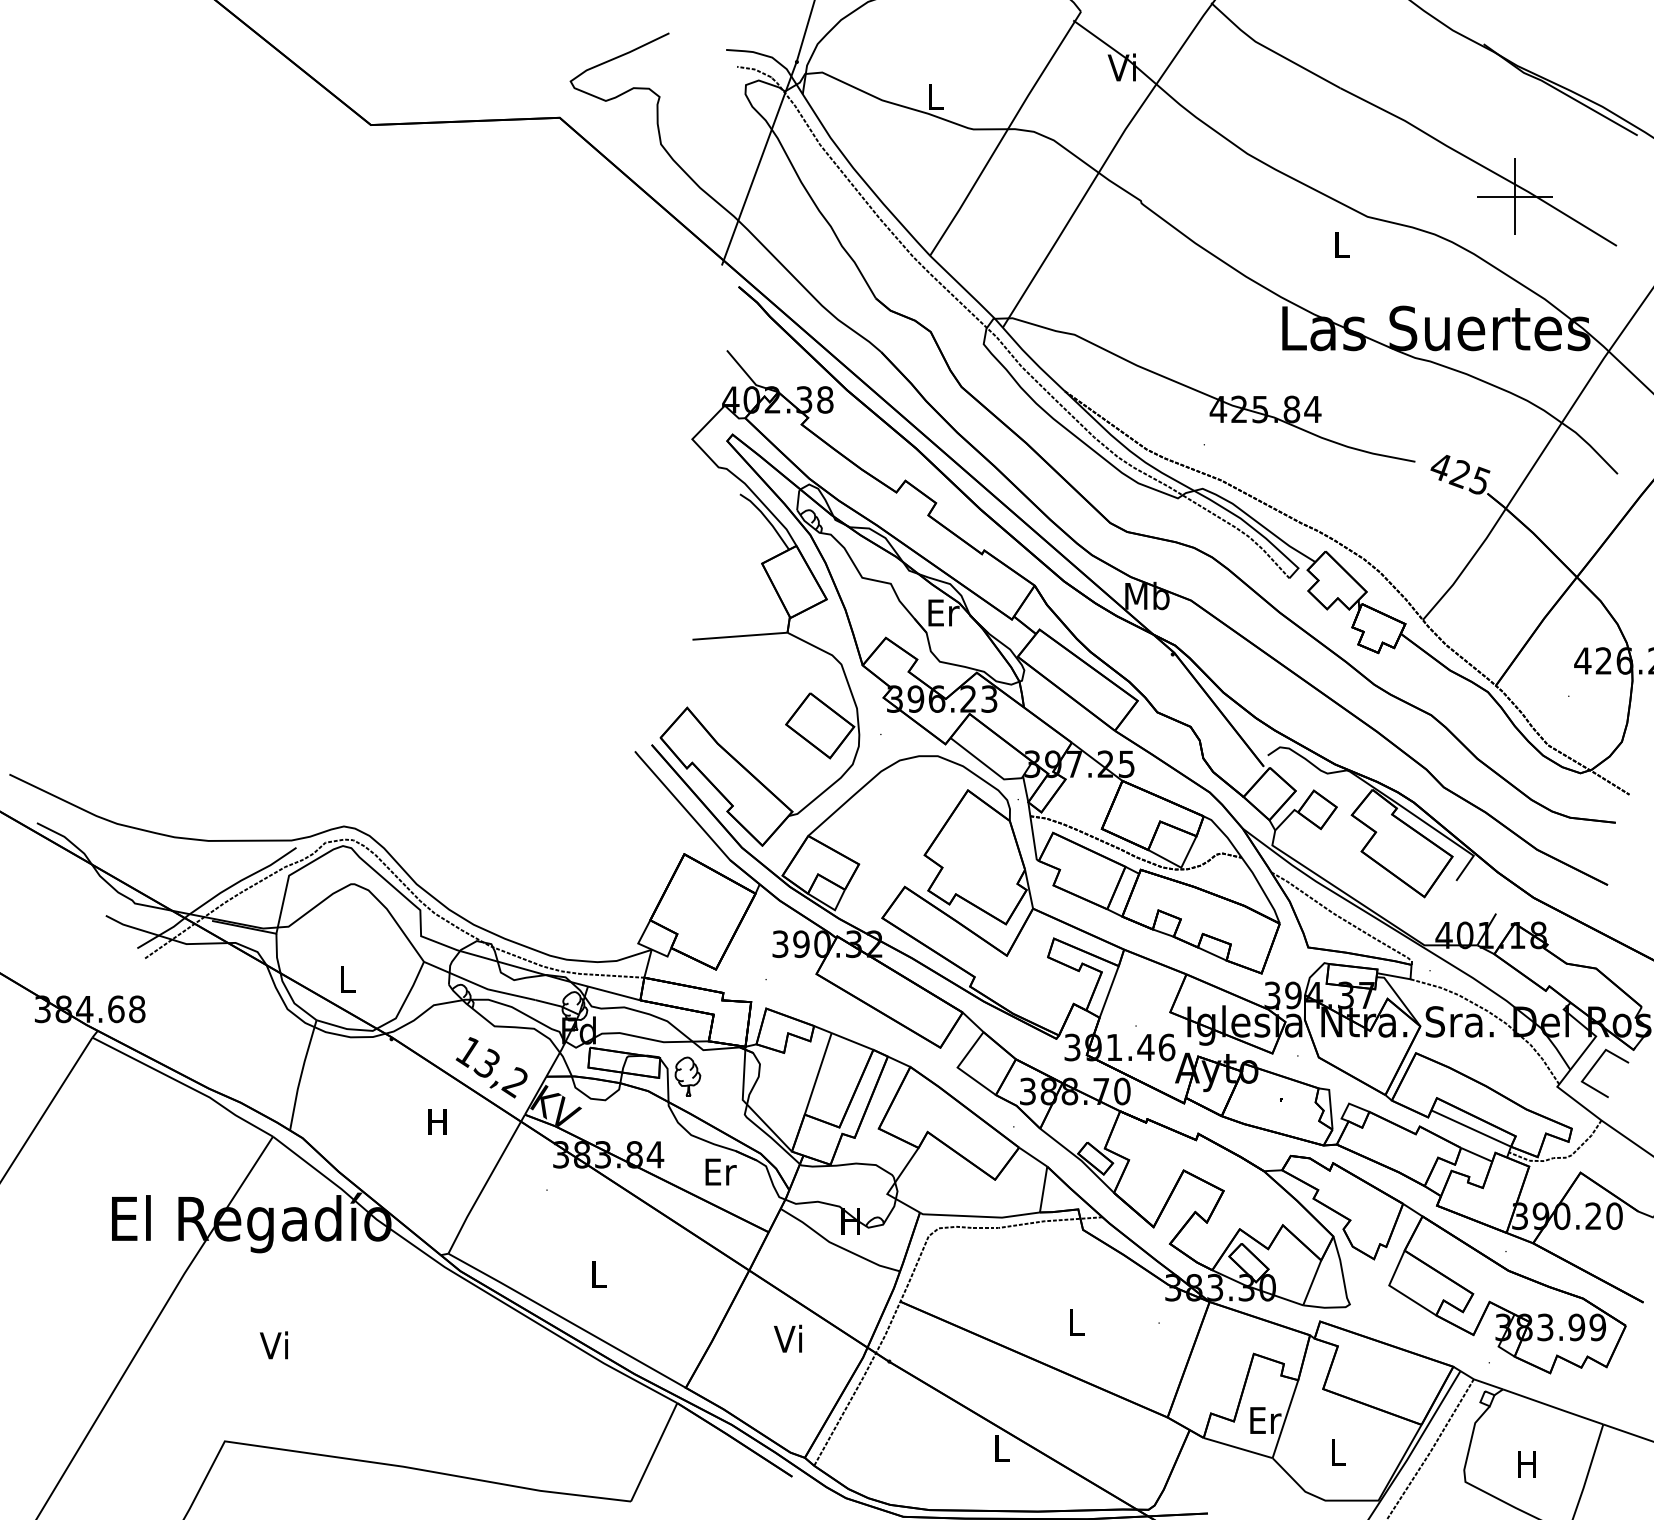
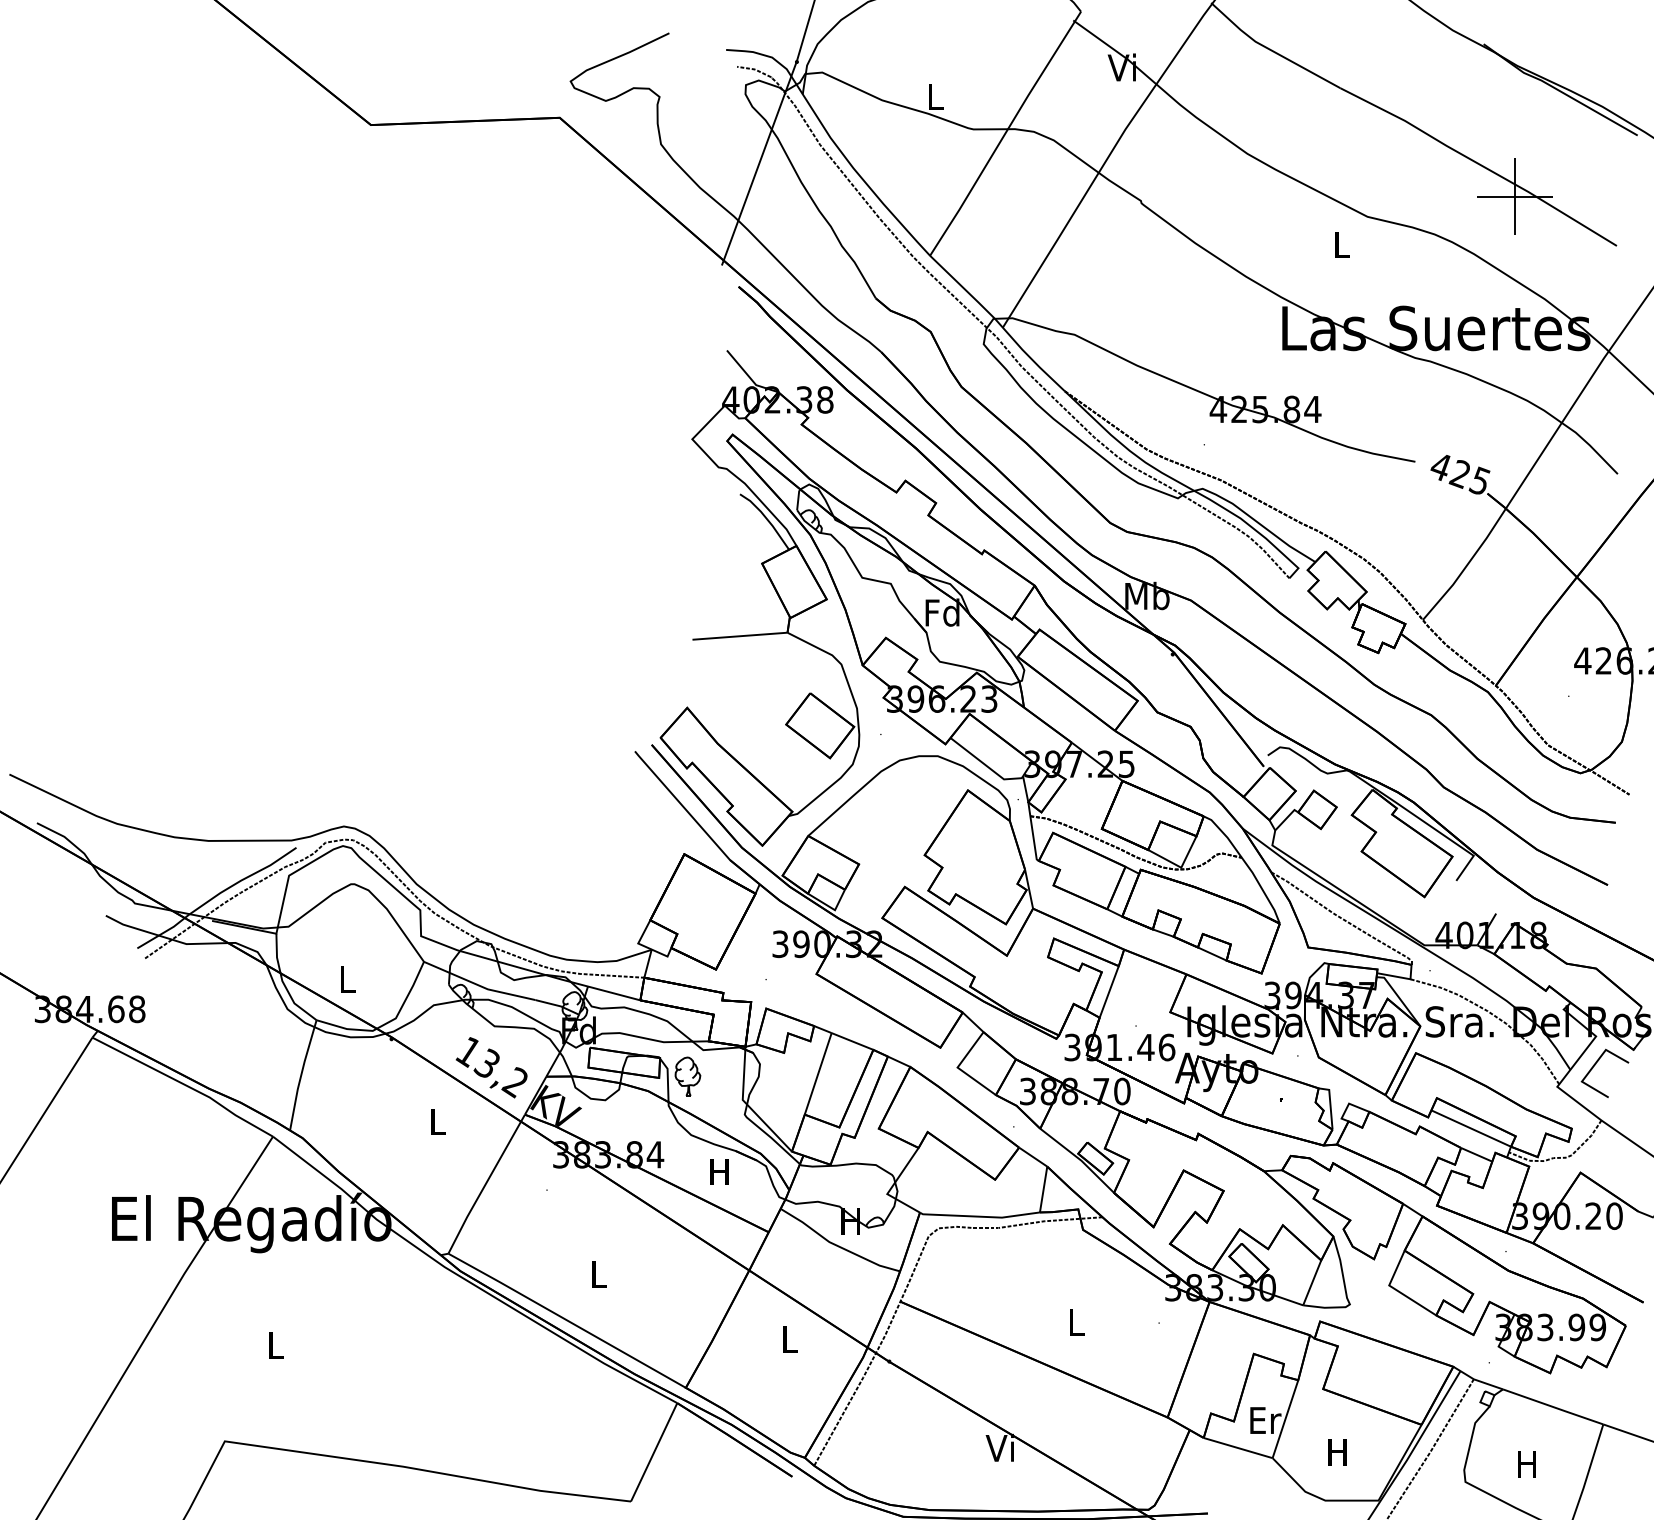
text at (942, 612): Er -> Fd
text at (437, 1121): H -> L
text at (720, 1171): Er -> H
text at (788, 1338): Vi -> L
text at (273, 1345): Vi -> L
text at (999, 1447): L -> Vi
text at (1337, 1452): L -> H
